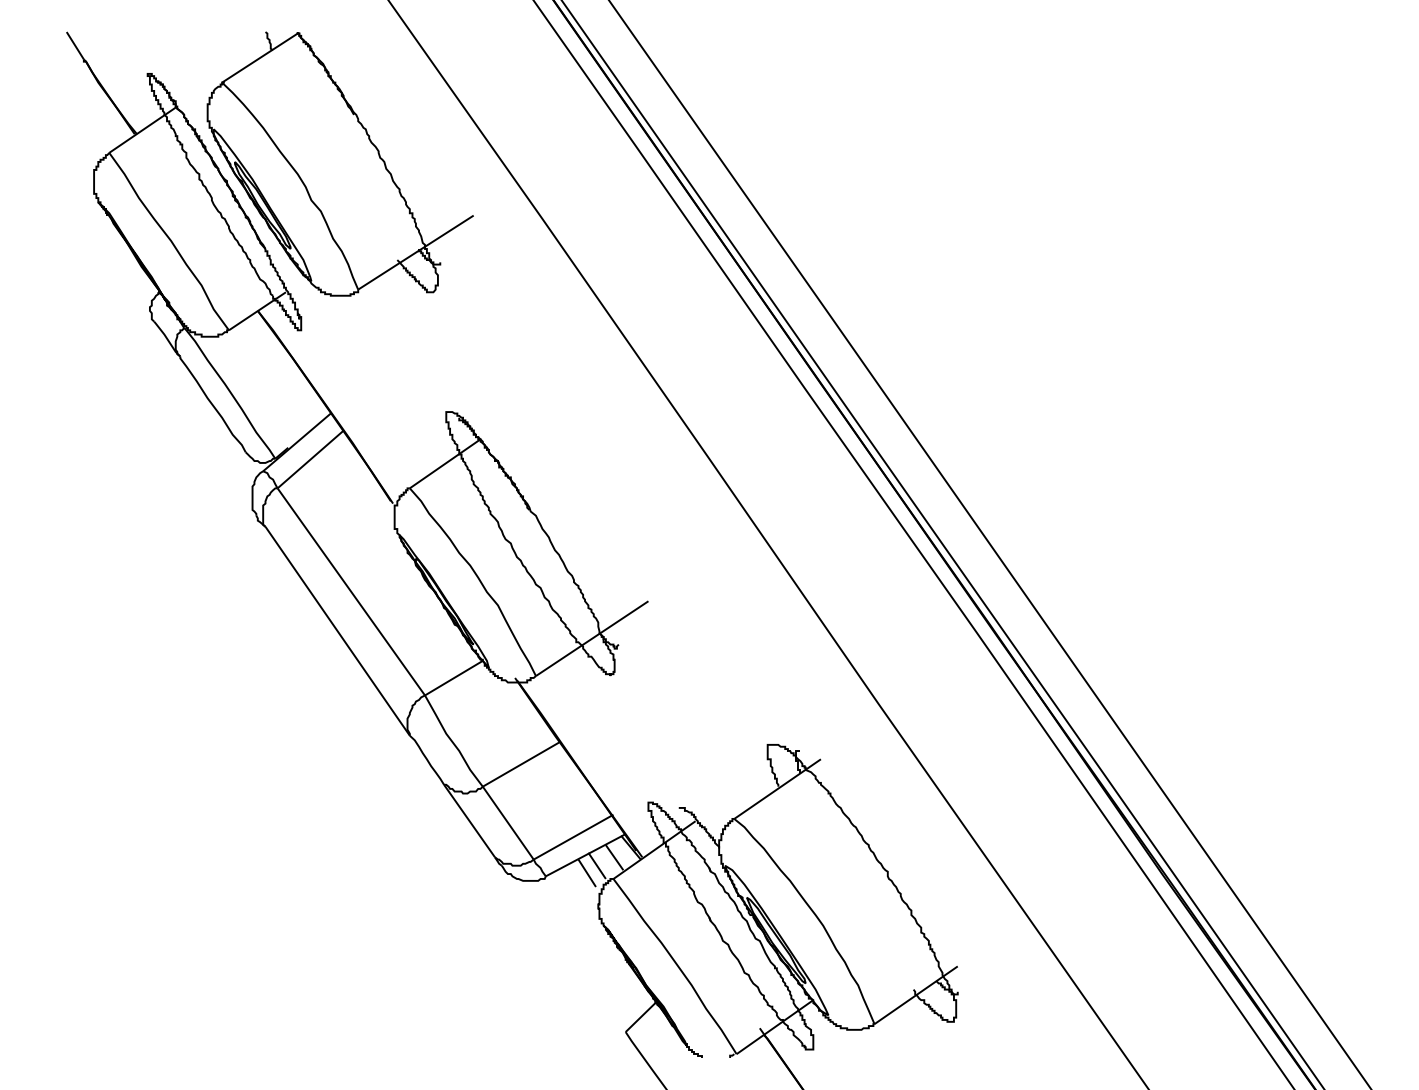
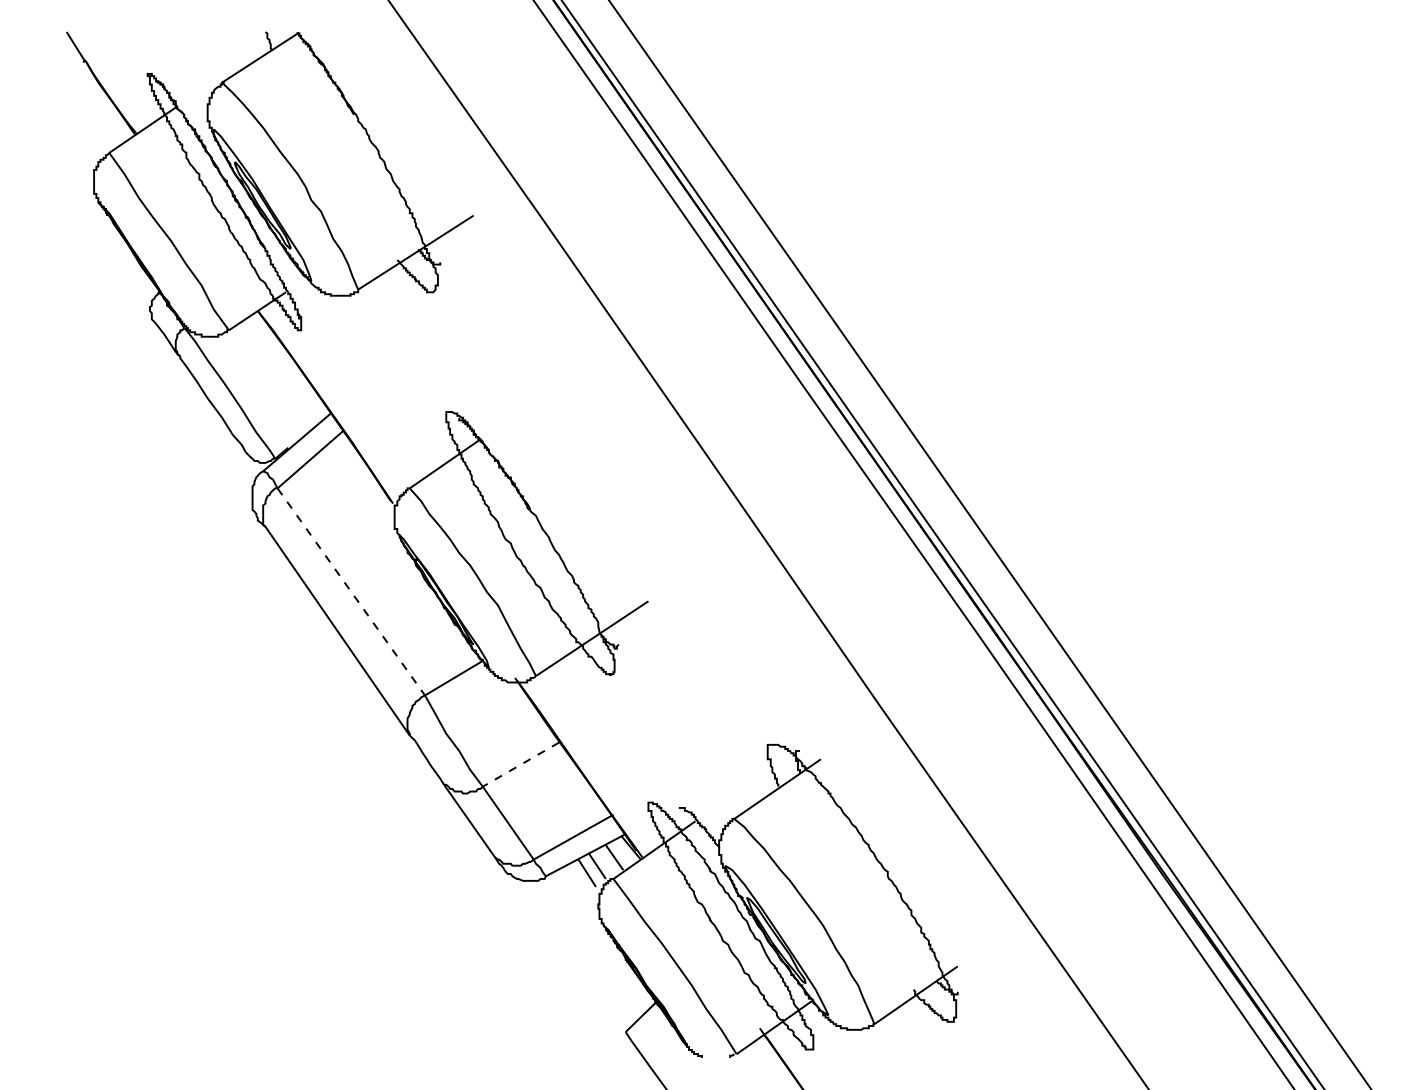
line at (351, 592): solid -> dashed
line at (520, 764): solid -> dashed
